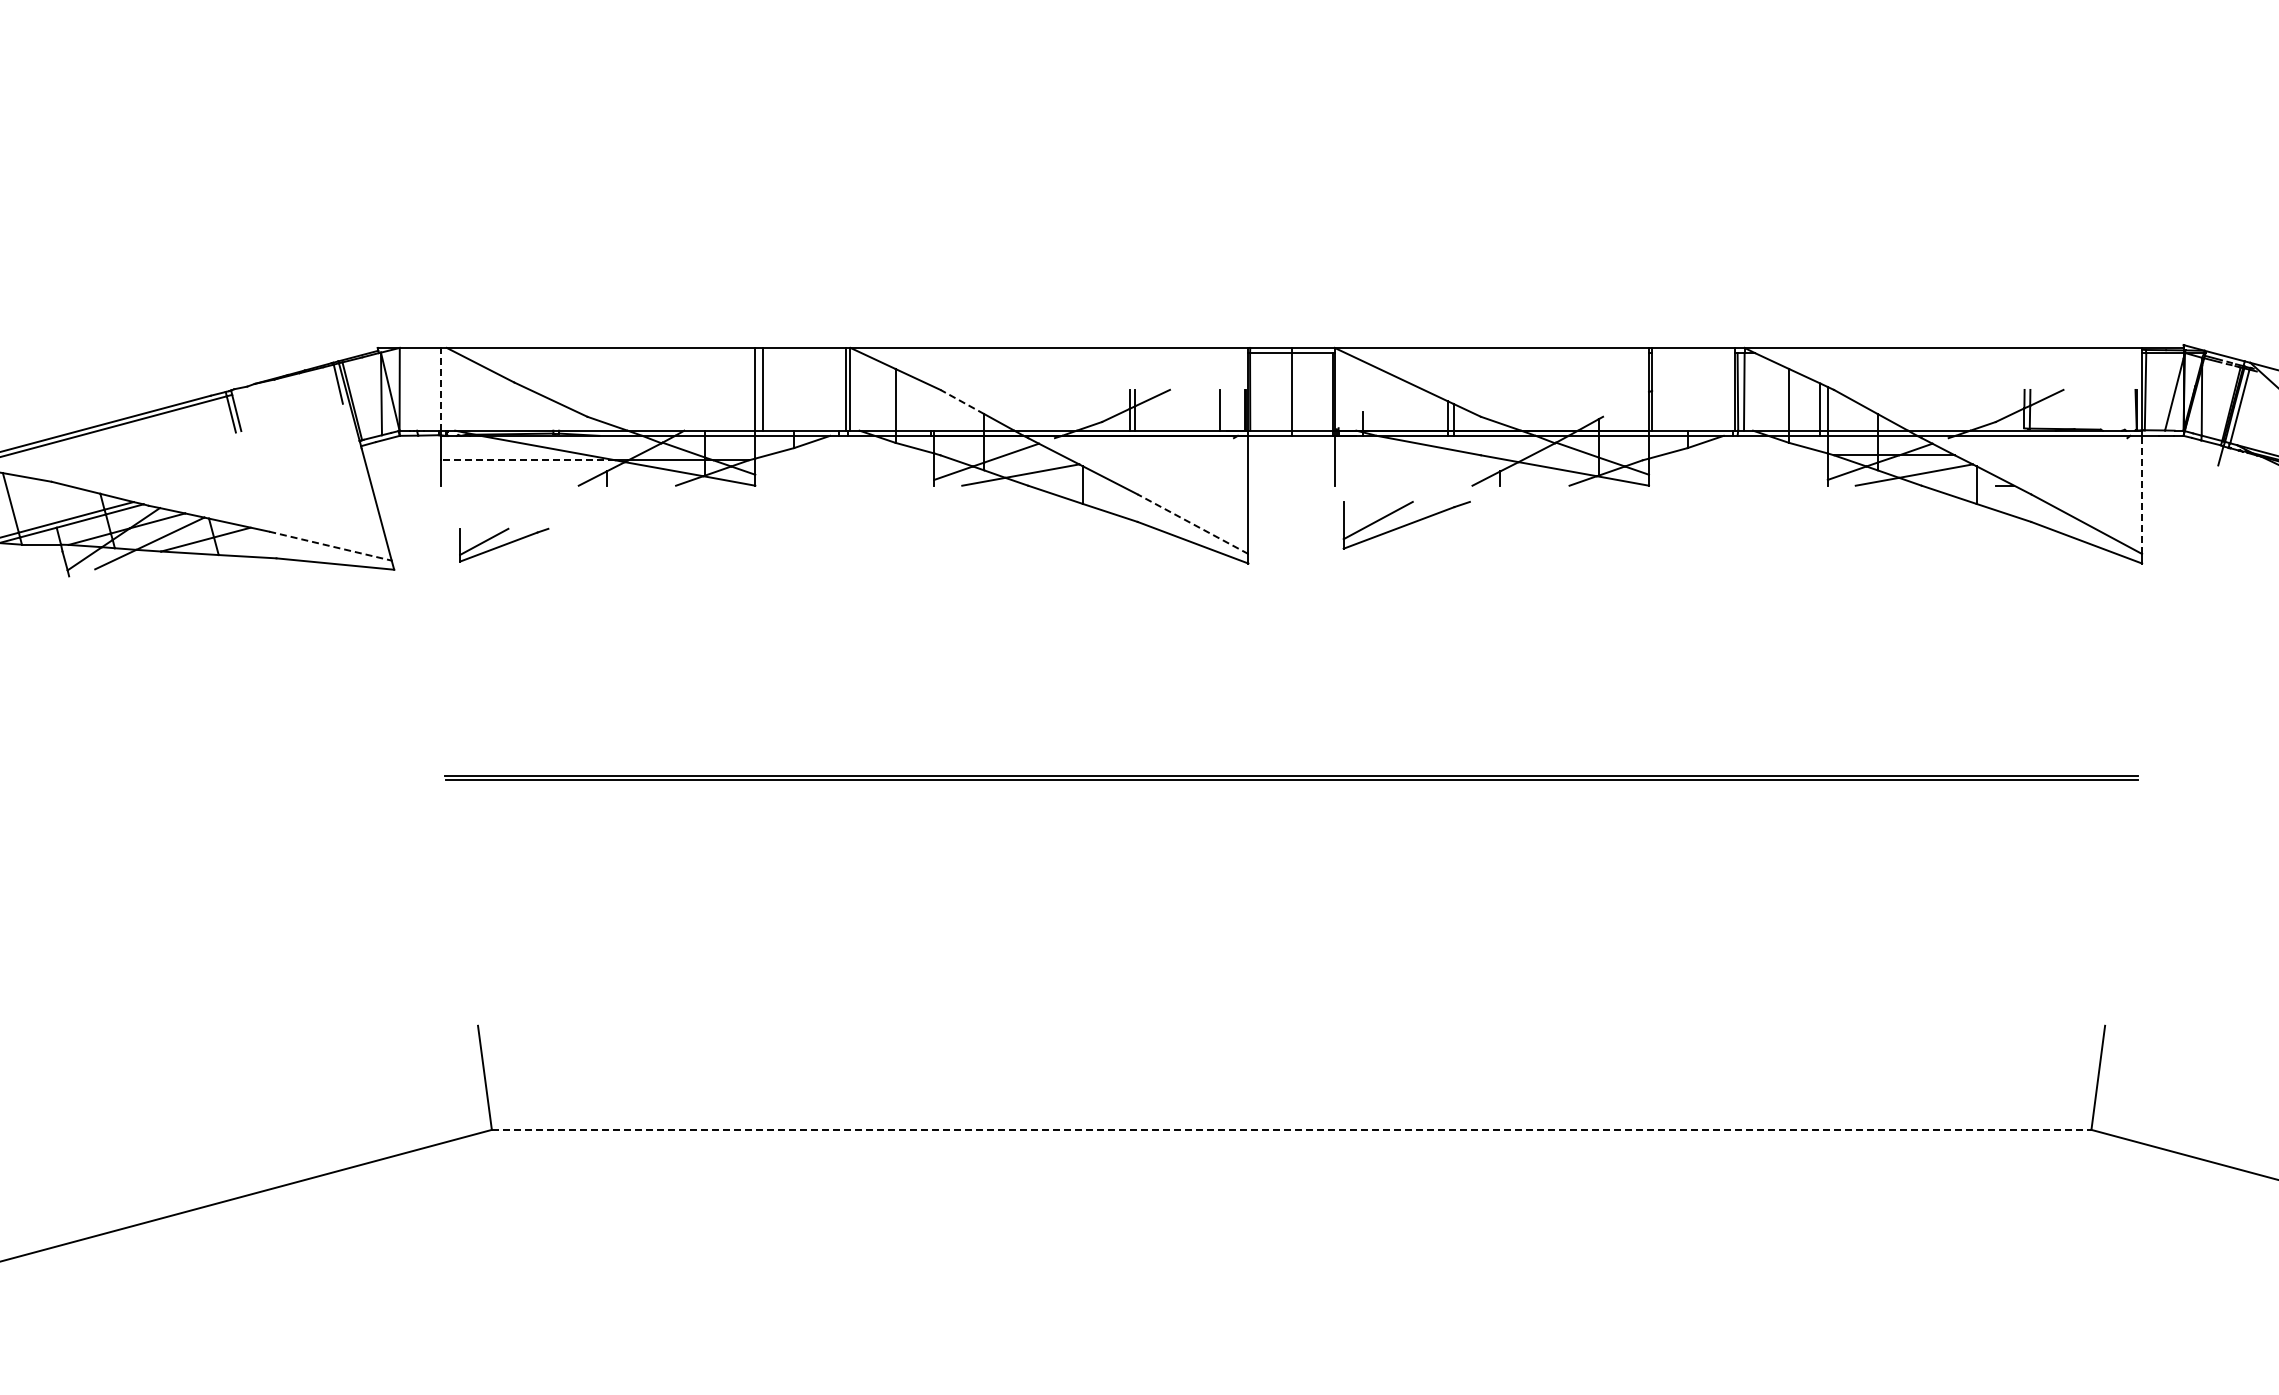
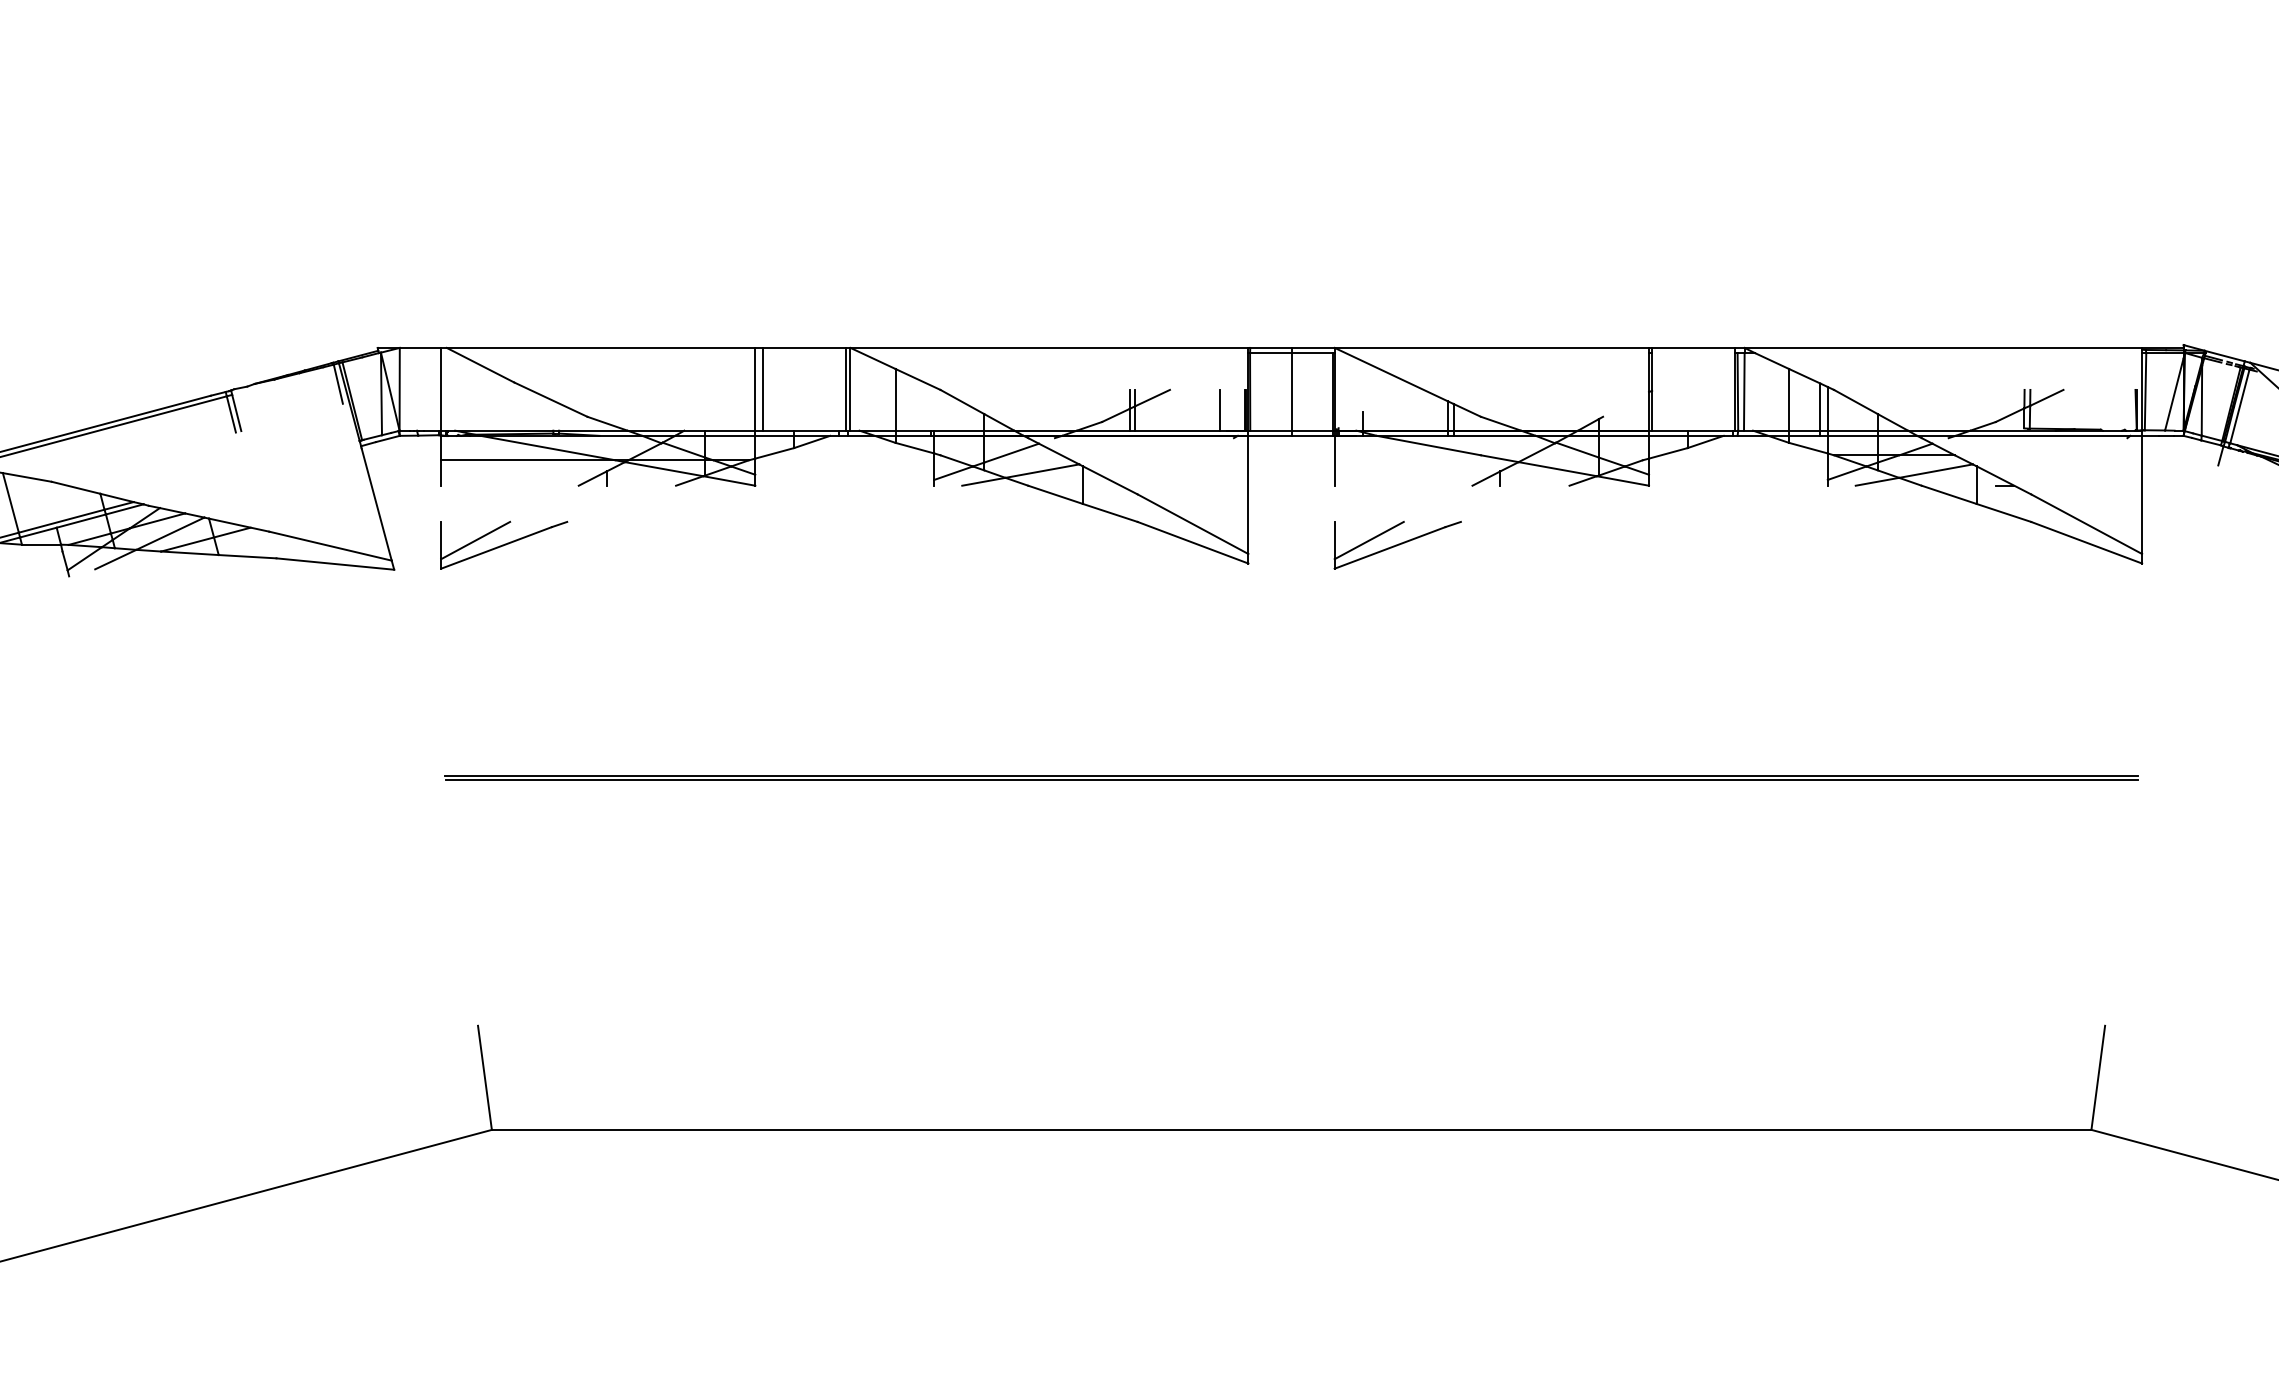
line at (441, 388): dashed -> solid
line at (962, 401): dashed -> solid
line at (527, 460): dashed -> solid
line at (2142, 494): dashed -> solid
line at (1193, 524): dashed -> solid
part at (1406, 525) position: (1406, 525) -> (1397, 545)
part at (504, 544) size: 91x36 px -> 129x50 px
line at (330, 546): dashed -> solid
line at (1291, 1129): dashed -> solid
